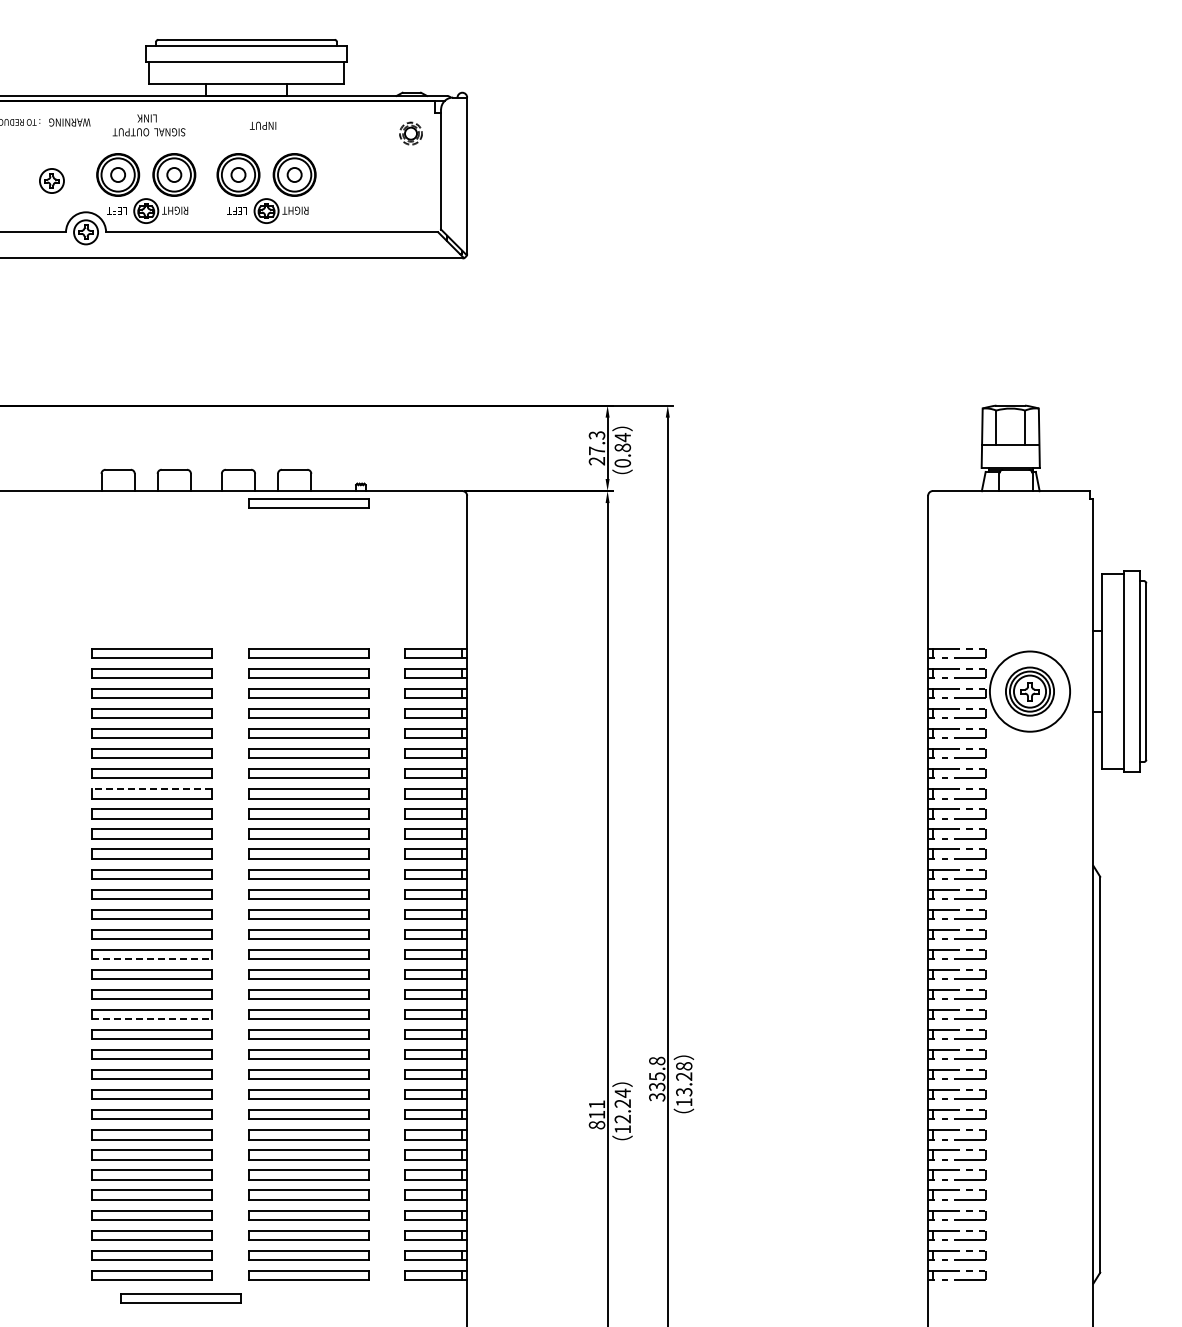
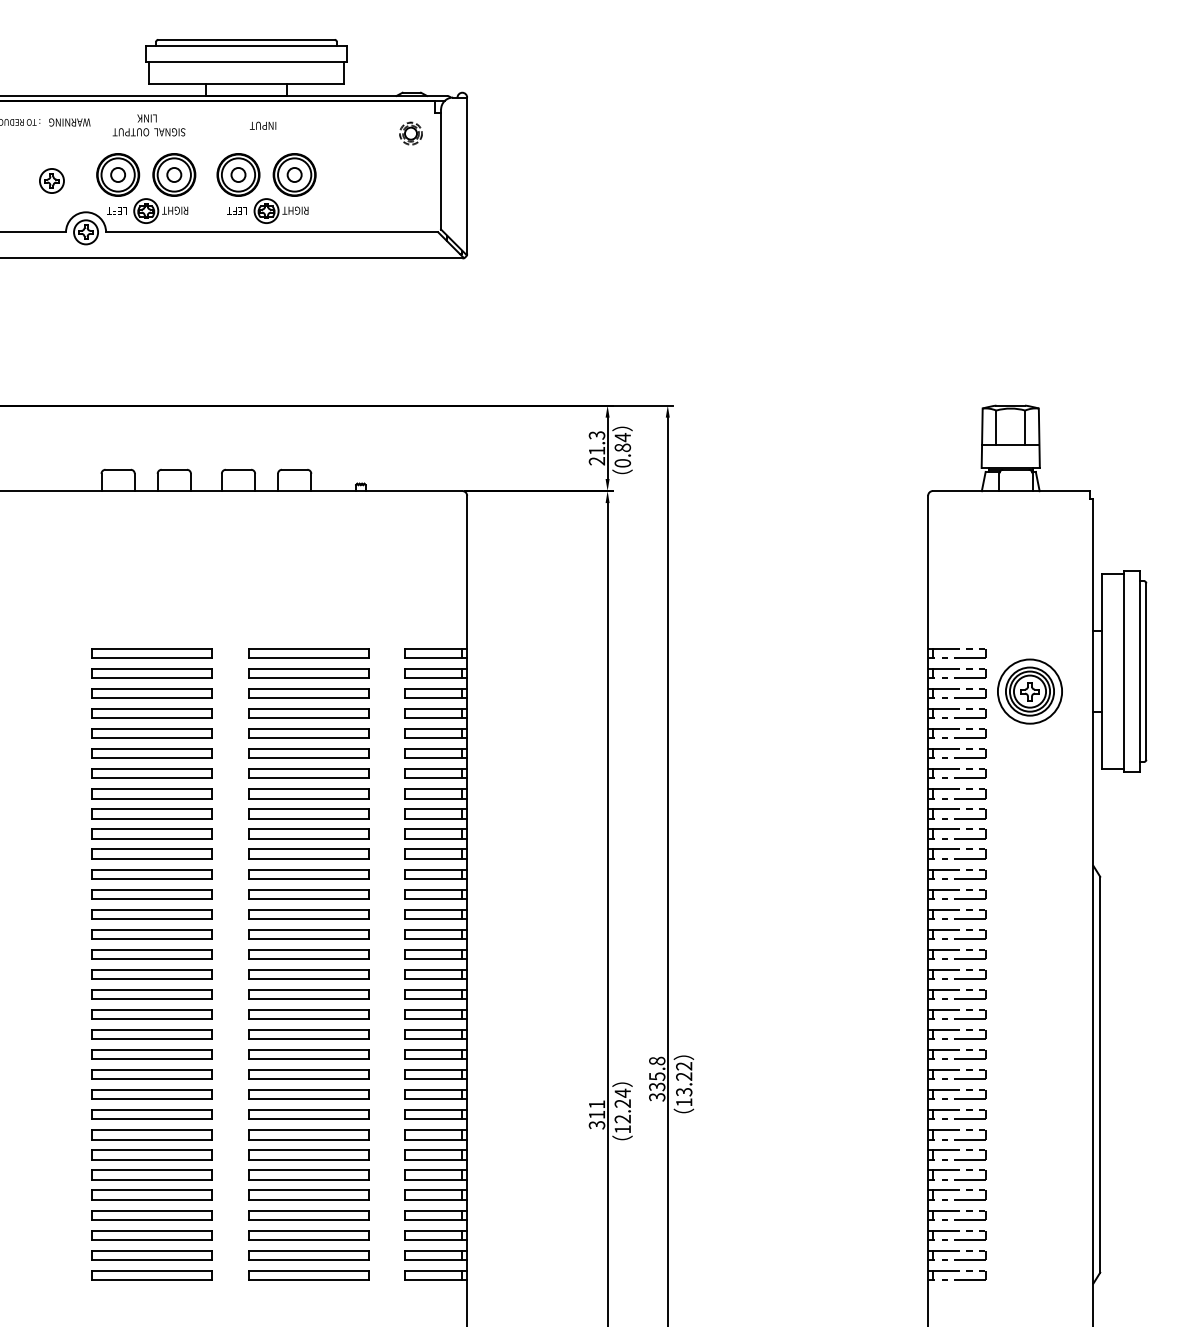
text at (596, 450): 27.3 -> 21.3
part at (308, 503): present -> none
circle at (1029, 691) diameter: 80 px -> 64 px
line at (151, 789): dashed -> solid
line at (152, 959): dashed -> solid
line at (152, 1019): dashed -> solid
text at (684, 1066): 13.28 -> 13.22
text at (596, 1124): 811 -> 311
part at (180, 1298): present -> none
